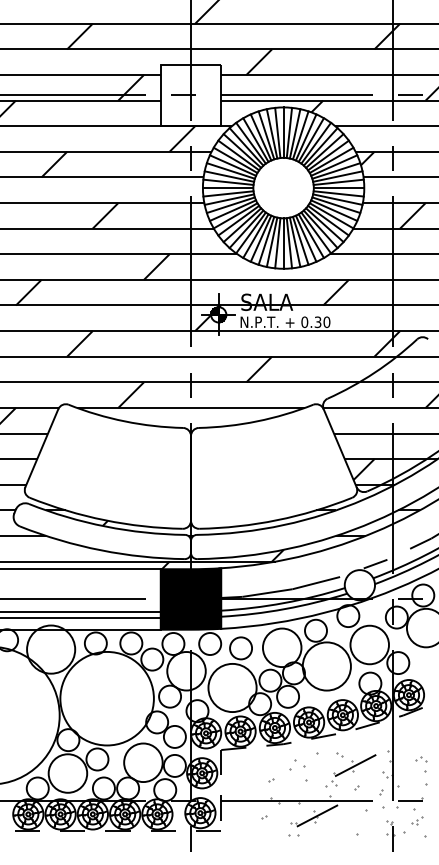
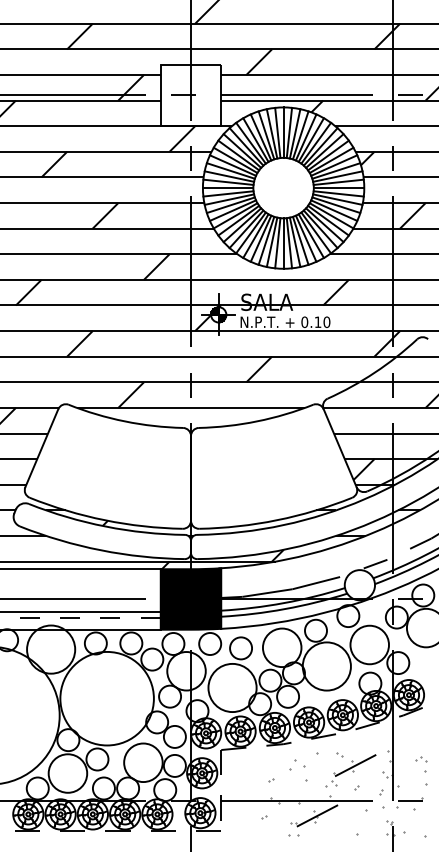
text at (317, 322): 0.30 -> 0.10
line at (80, 617): solid -> dashed
part at (417, 820): present -> none
